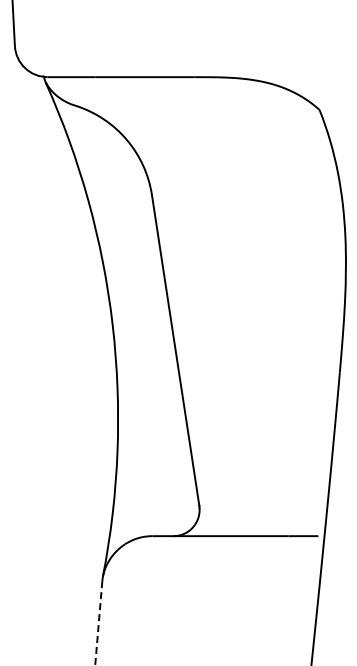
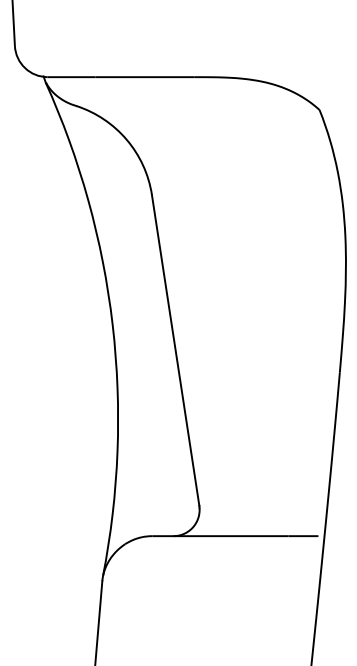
line at (98, 624): dashed -> solid
